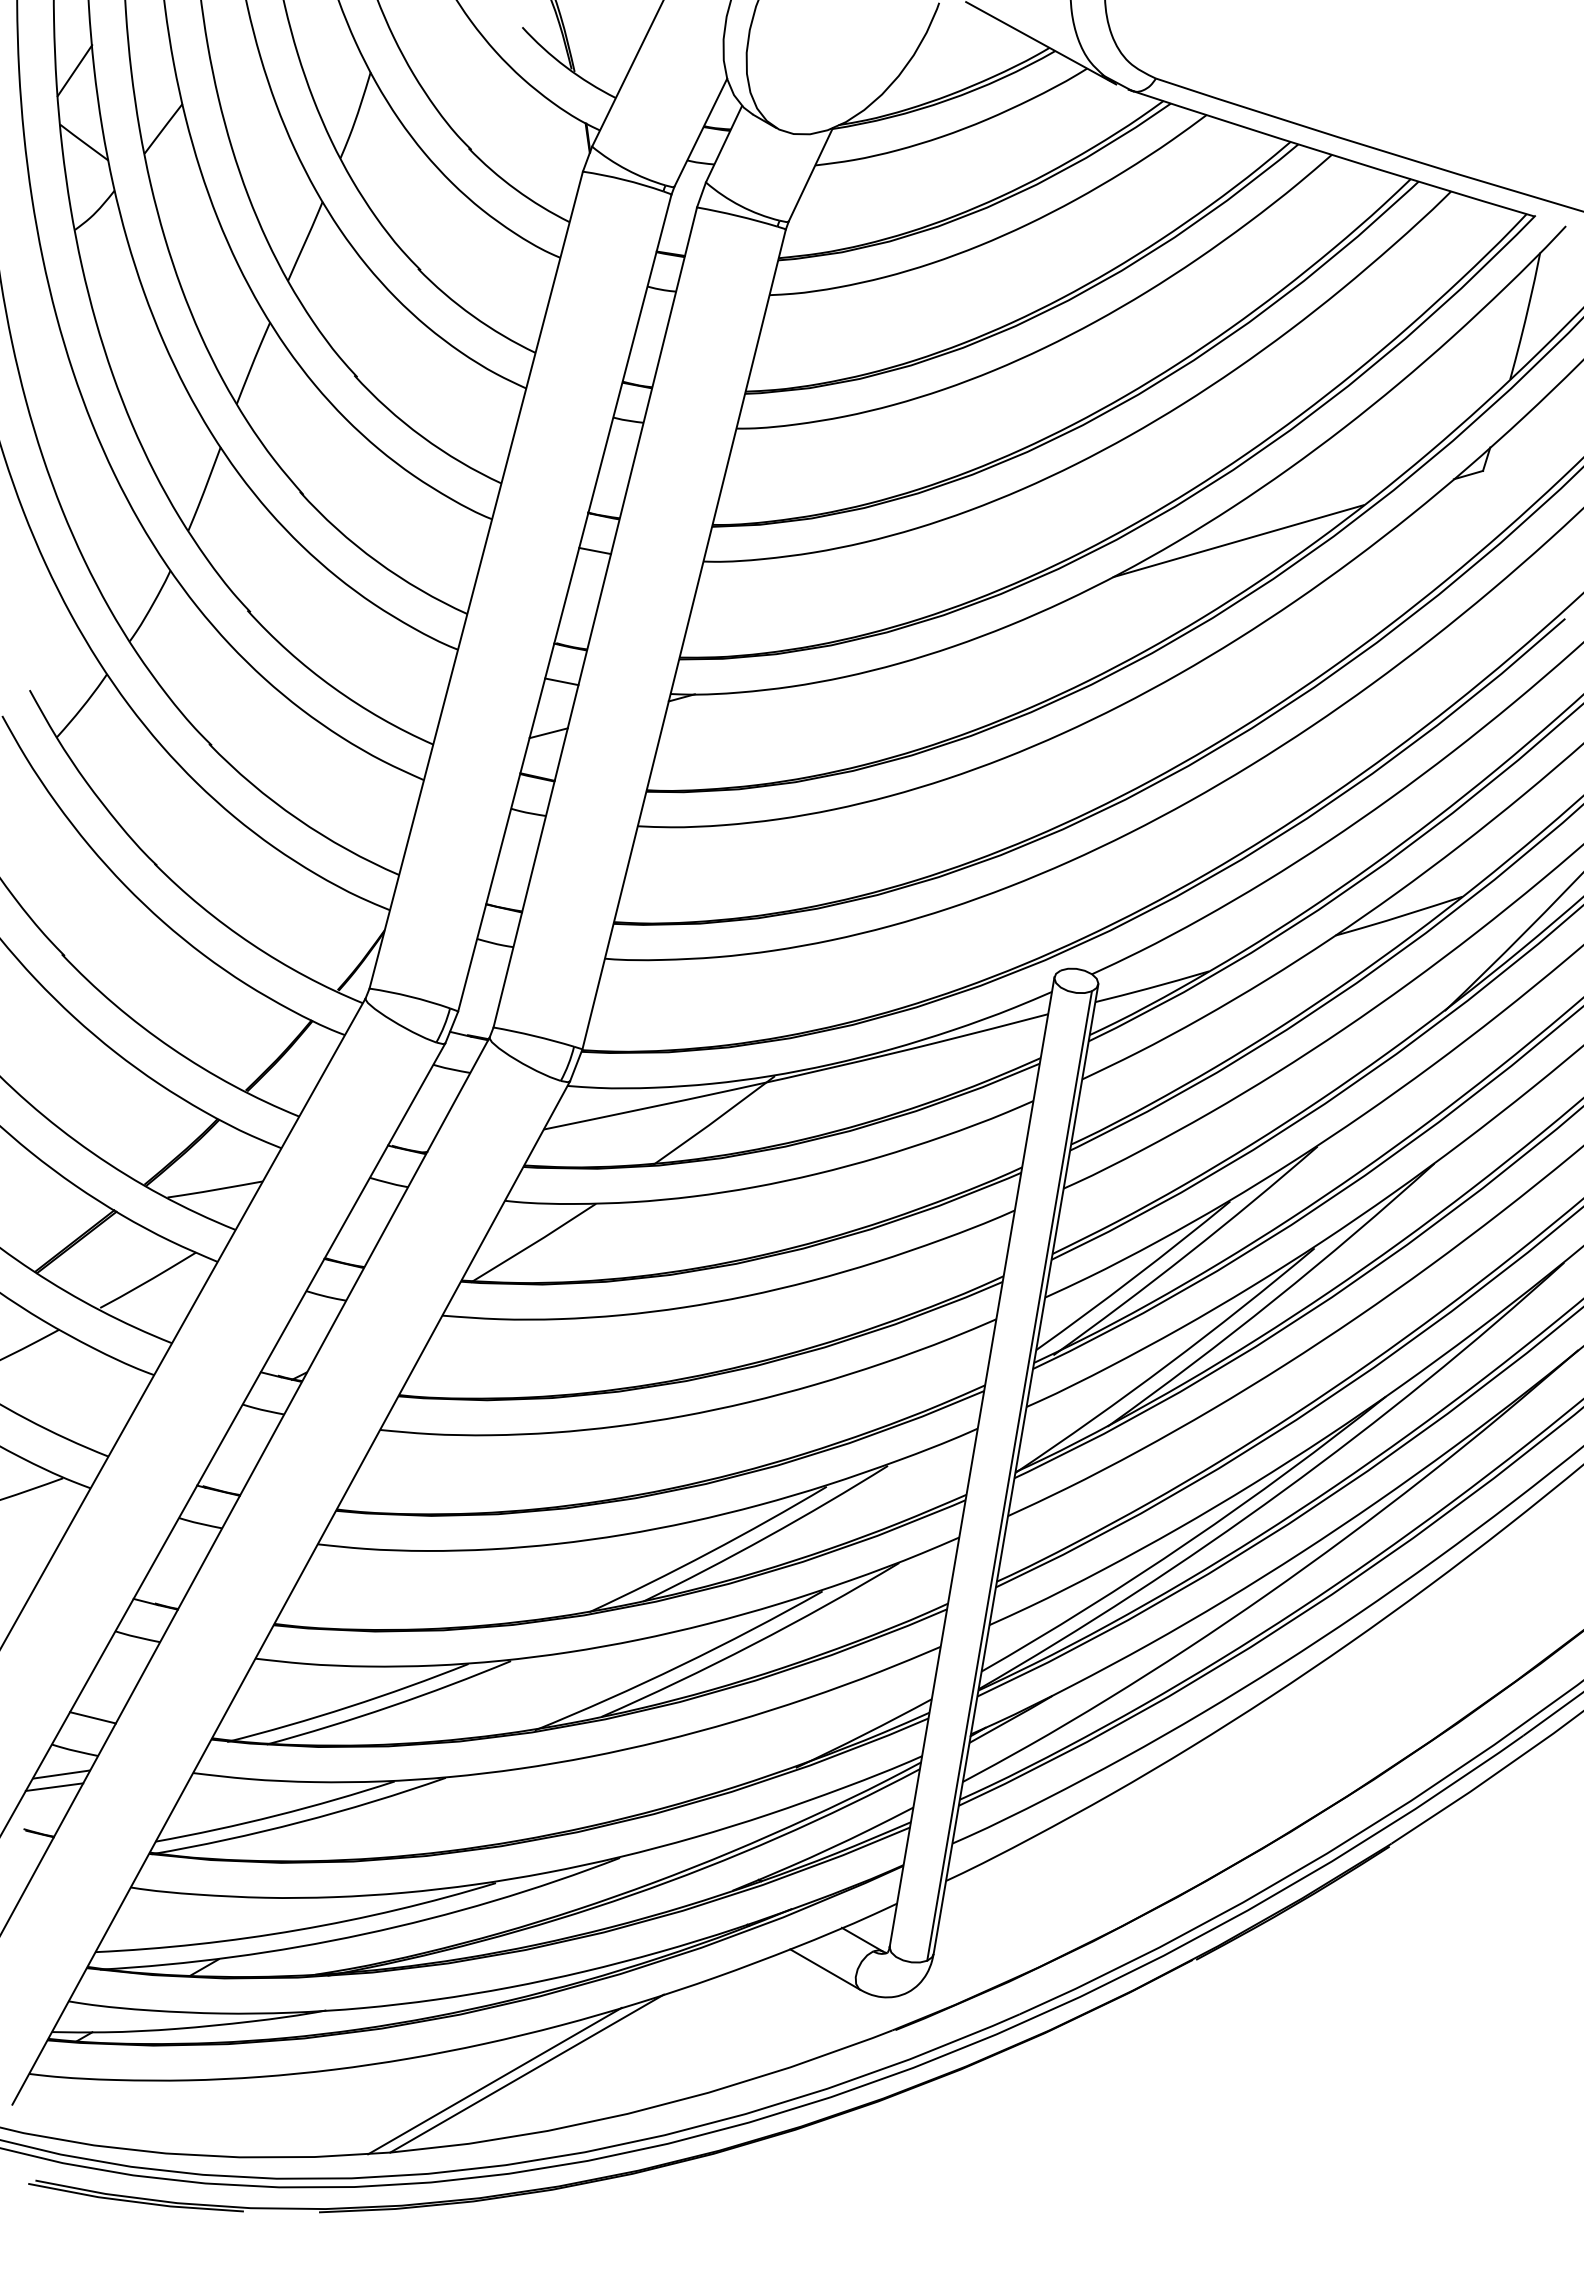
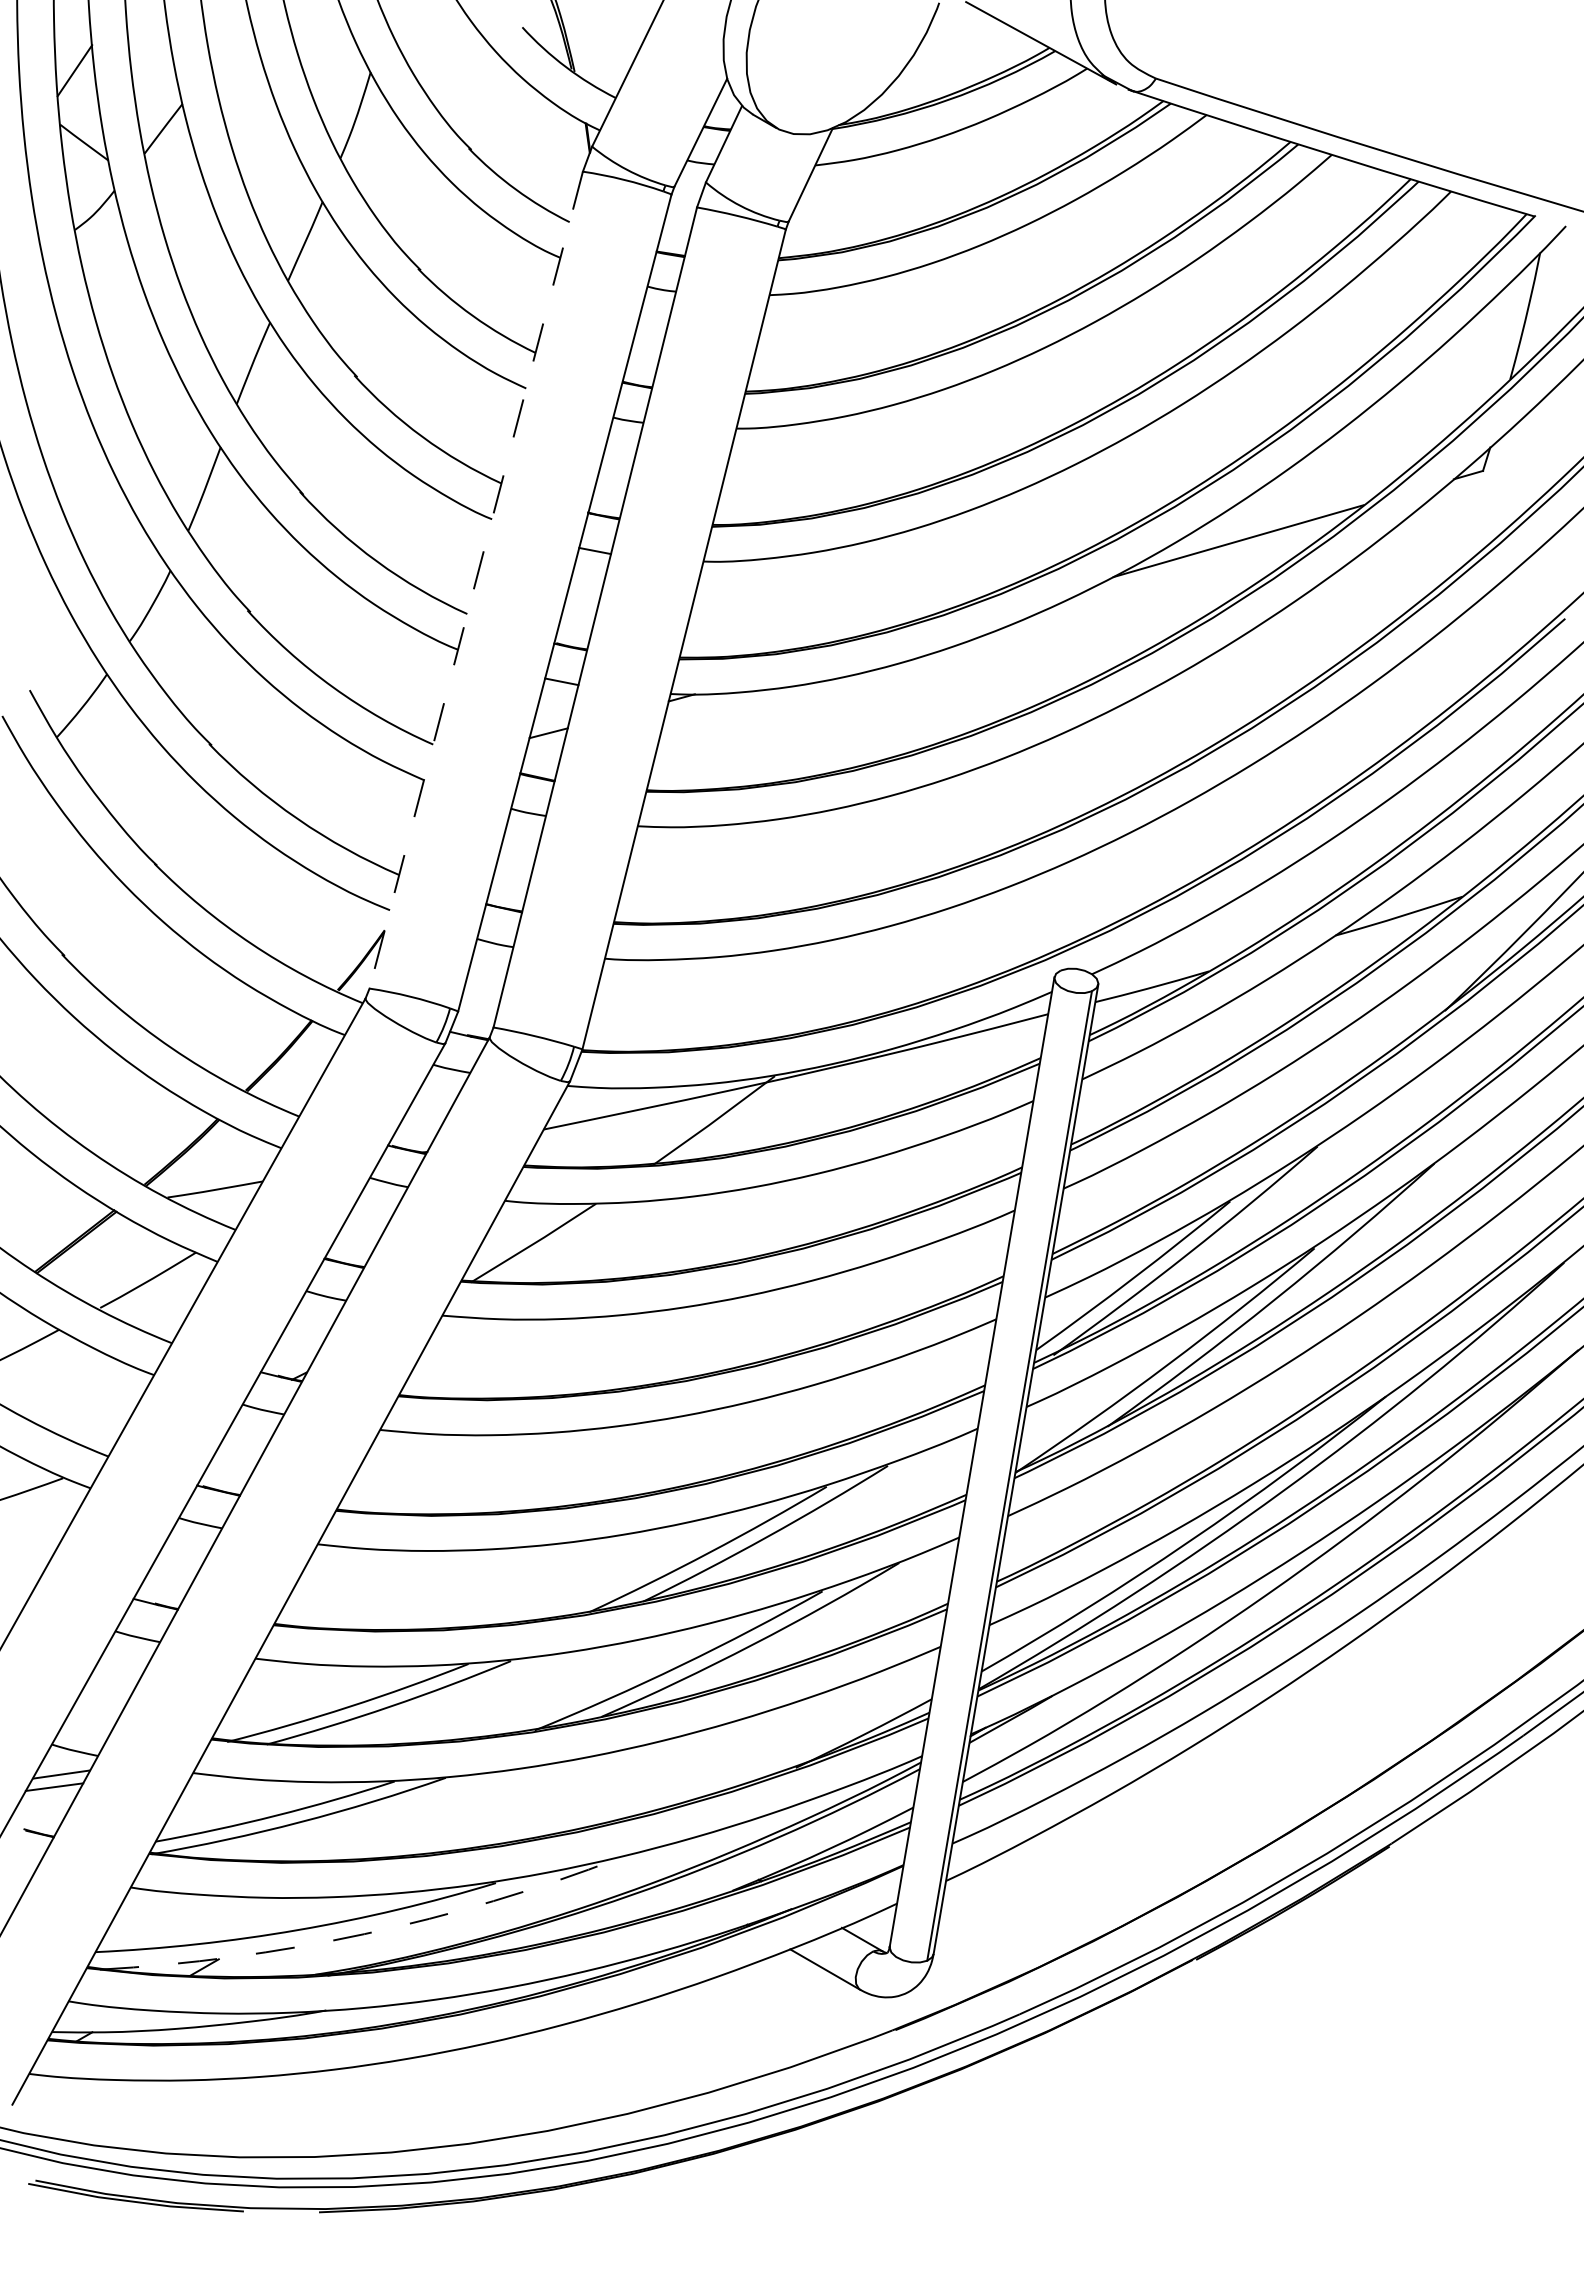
line at (476, 580): solid -> dashed
line at (92, 1717): present -> none
arc at (364, 1934): solid -> dashed
line at (526, 2073): present -> none
line at (494, 2080): present -> none
